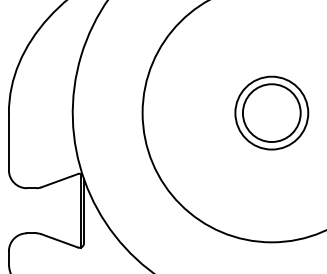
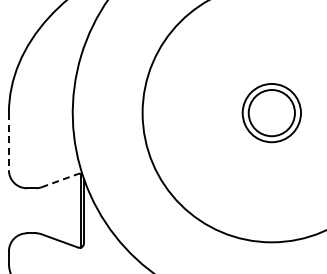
part at (271, 112) size: 76x76 px -> 61x61 px
line at (8, 141): solid -> dashed
line at (60, 180): solid -> dashed
